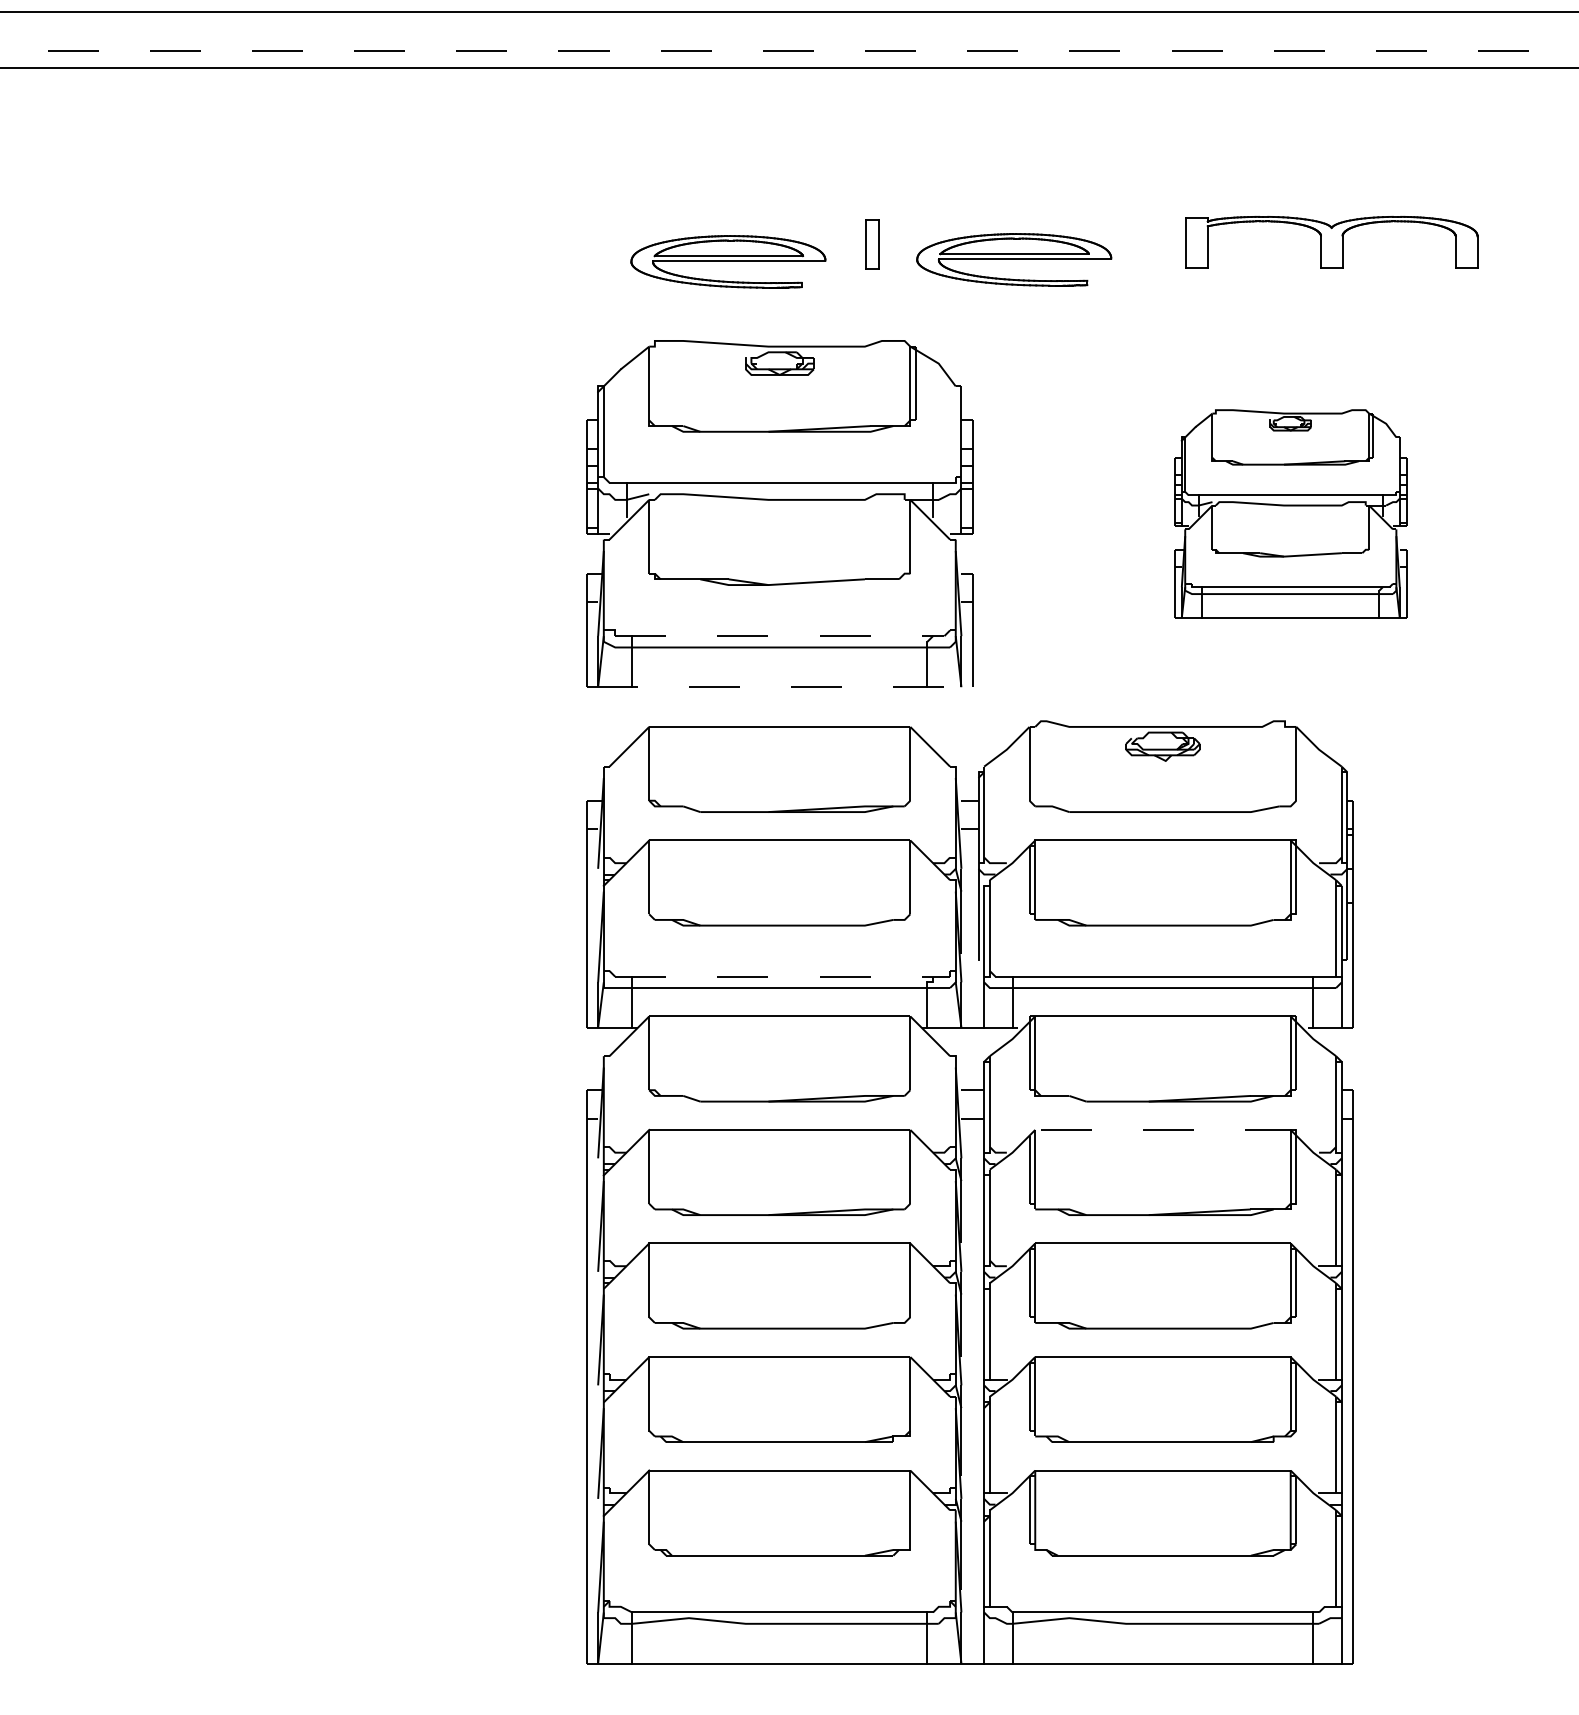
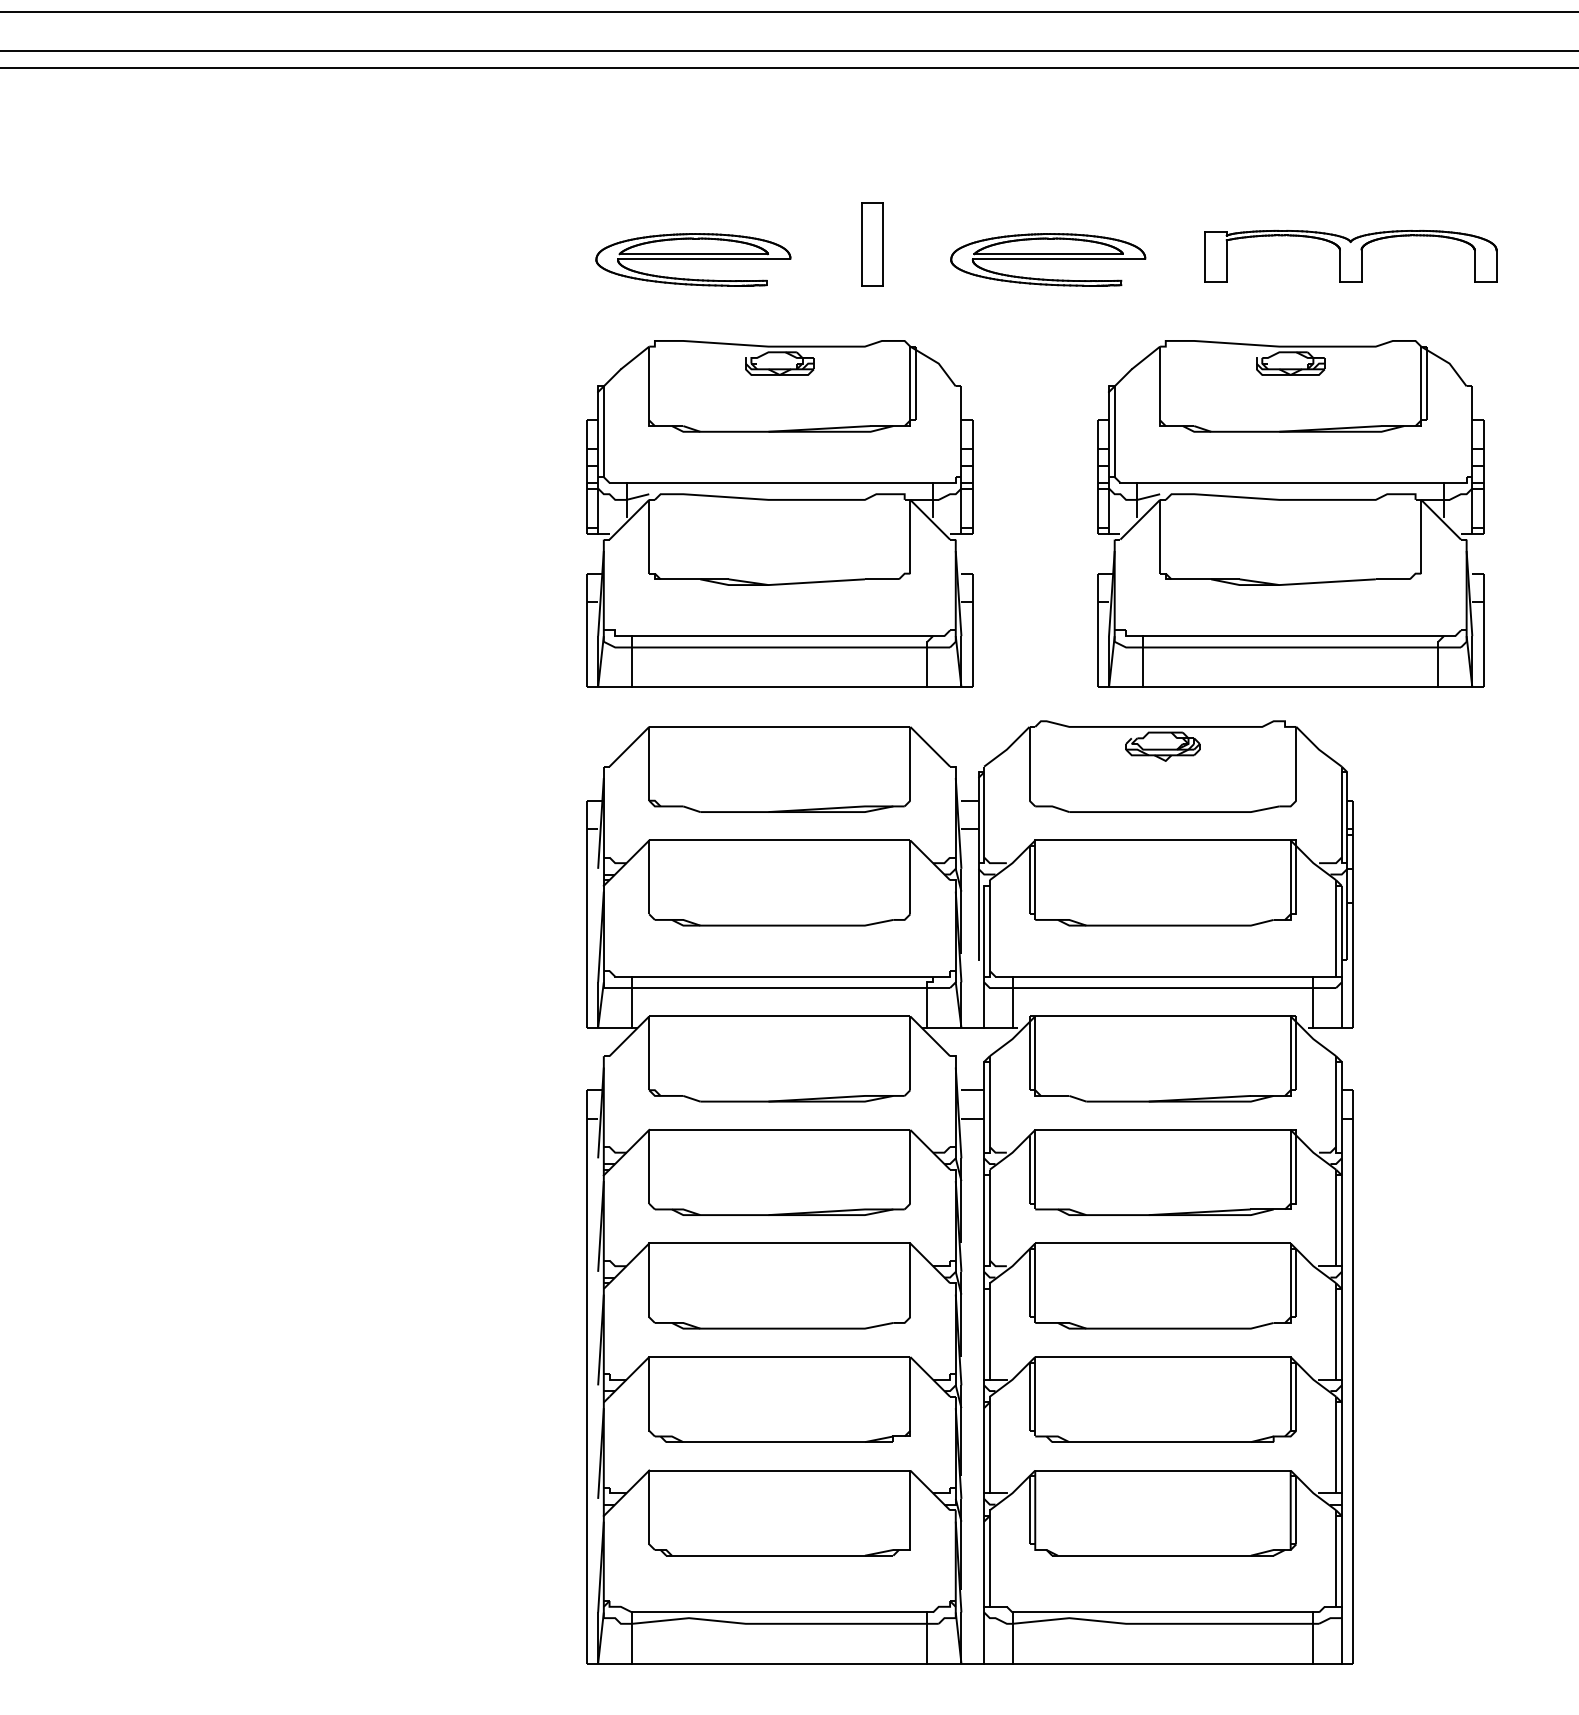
line at (789, 51): dashed -> solid
part at (1331, 242) position: (1331, 242) -> (1350, 256)
part at (872, 244) size: 15x51 px -> 23x85 px
part at (1014, 259) position: (1014, 259) -> (1048, 259)
part at (728, 261) position: (728, 261) -> (693, 259)
part at (1290, 513) size: 234x210 px -> 388x348 px
line at (779, 636): dashed -> solid
line at (780, 687): dashed -> solid
line at (783, 976): dashed -> solid
line at (1165, 1129): dashed -> solid
